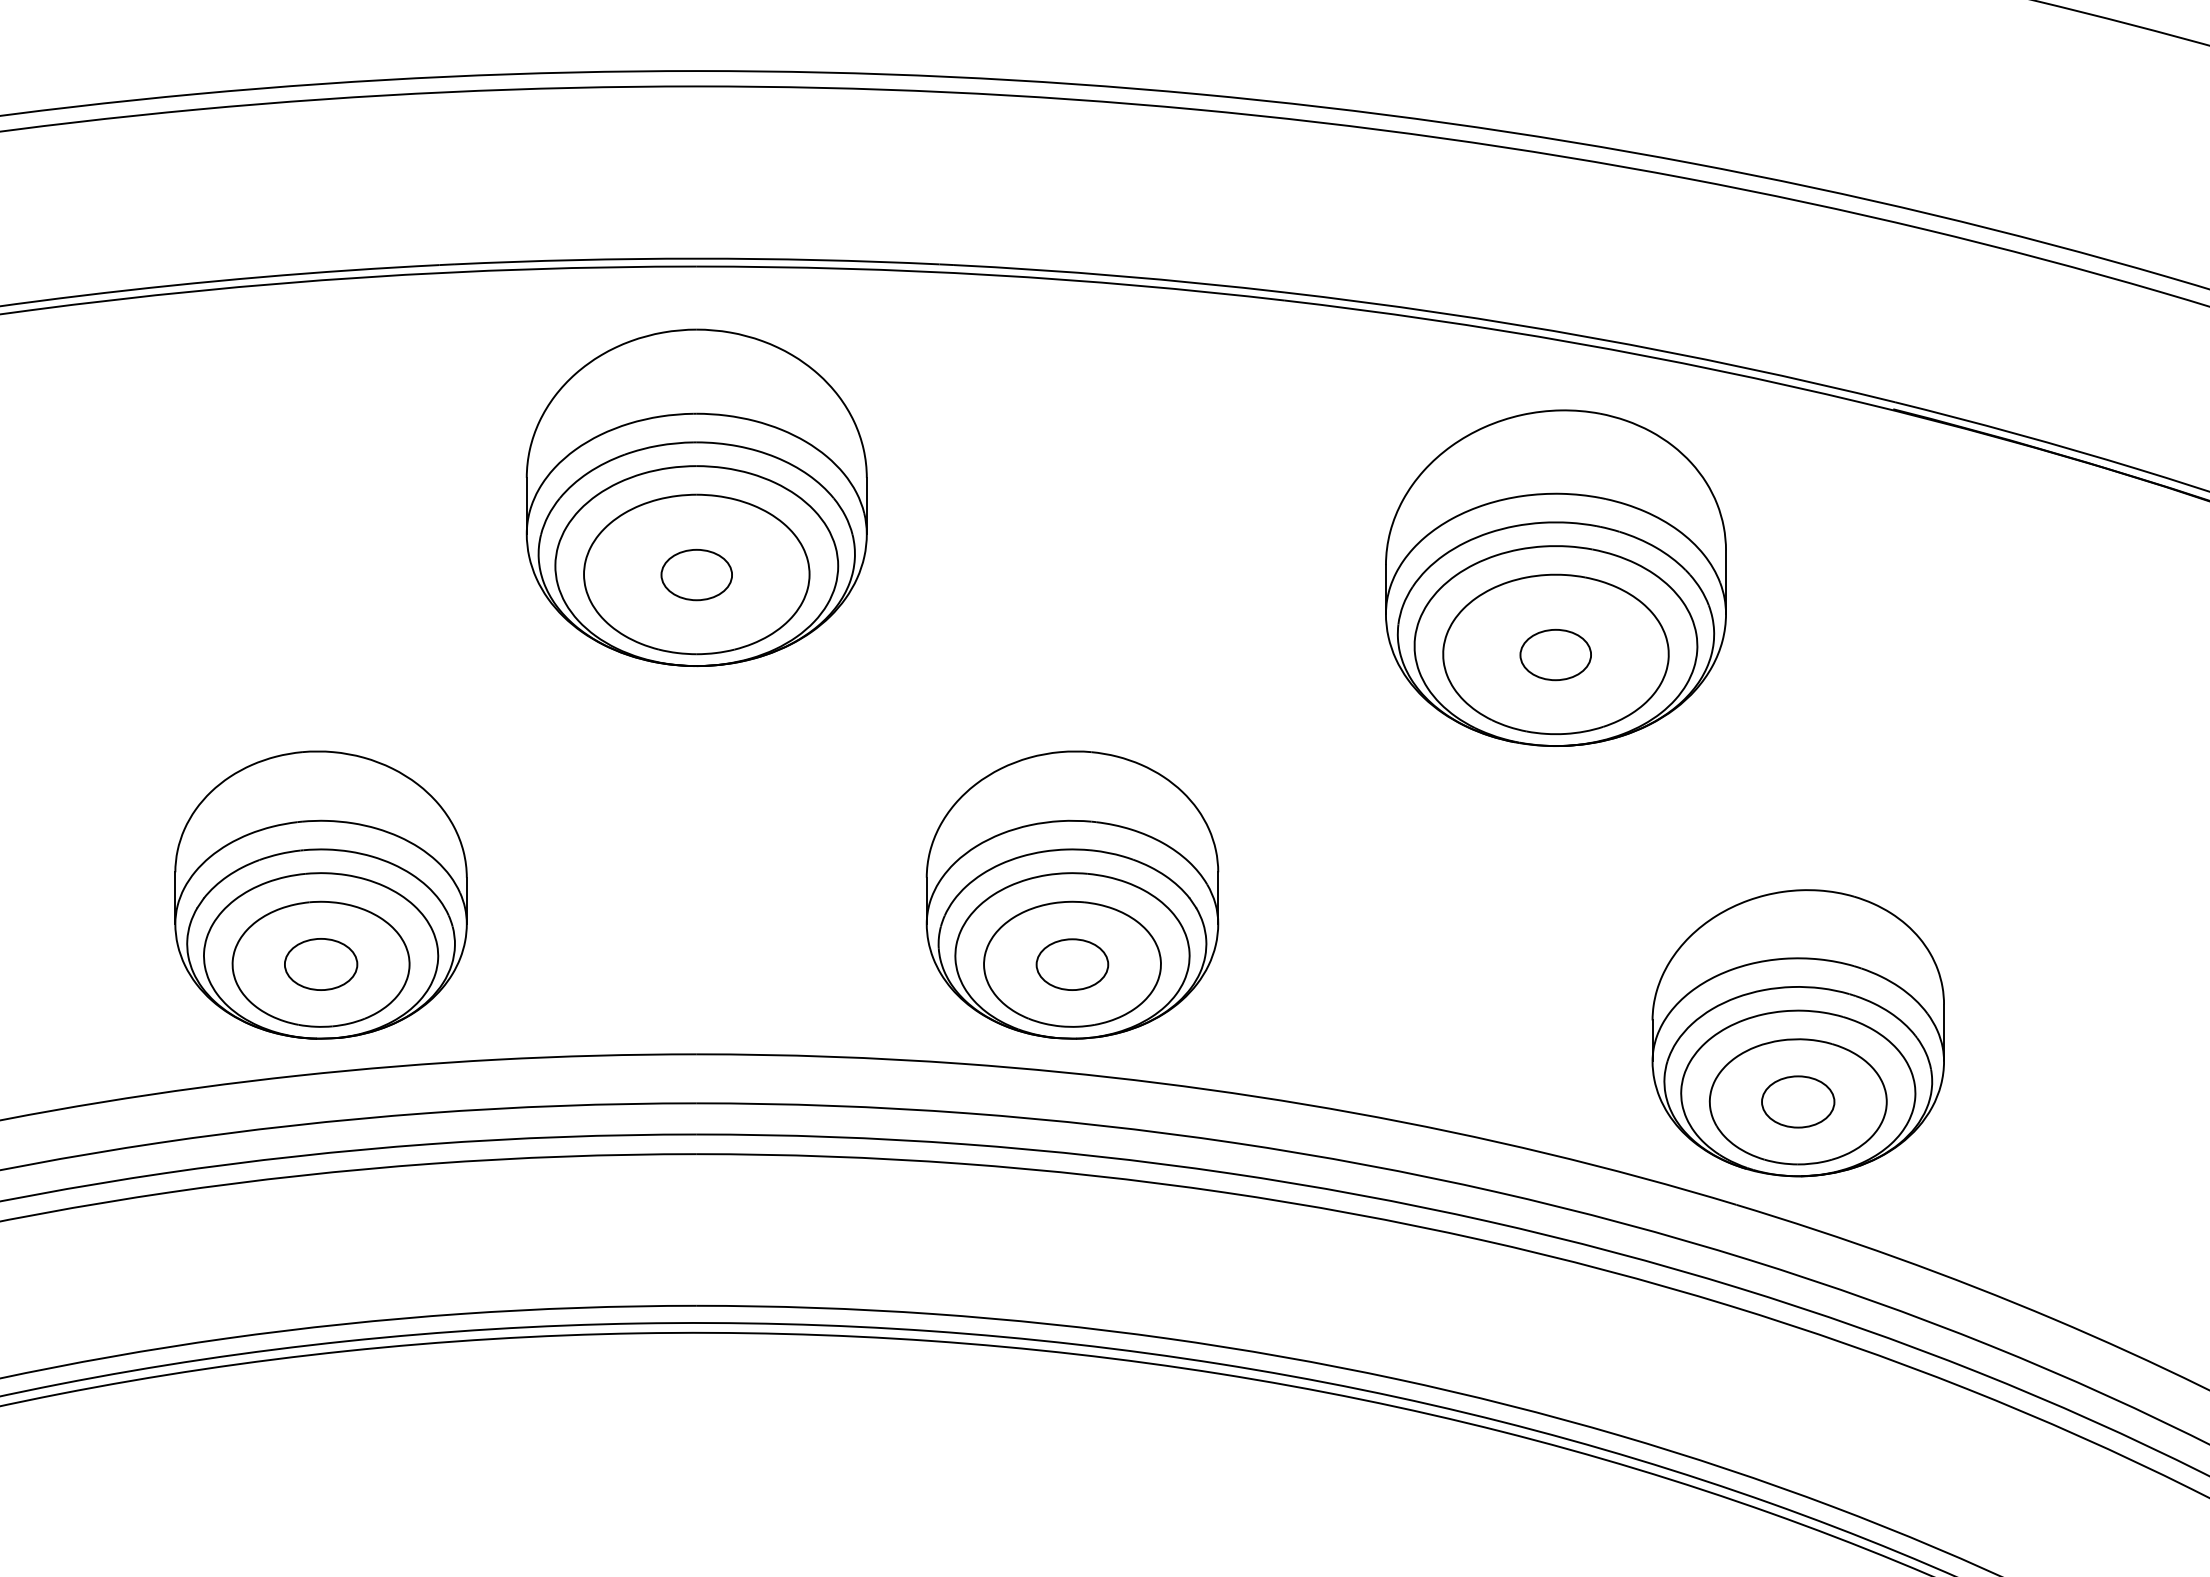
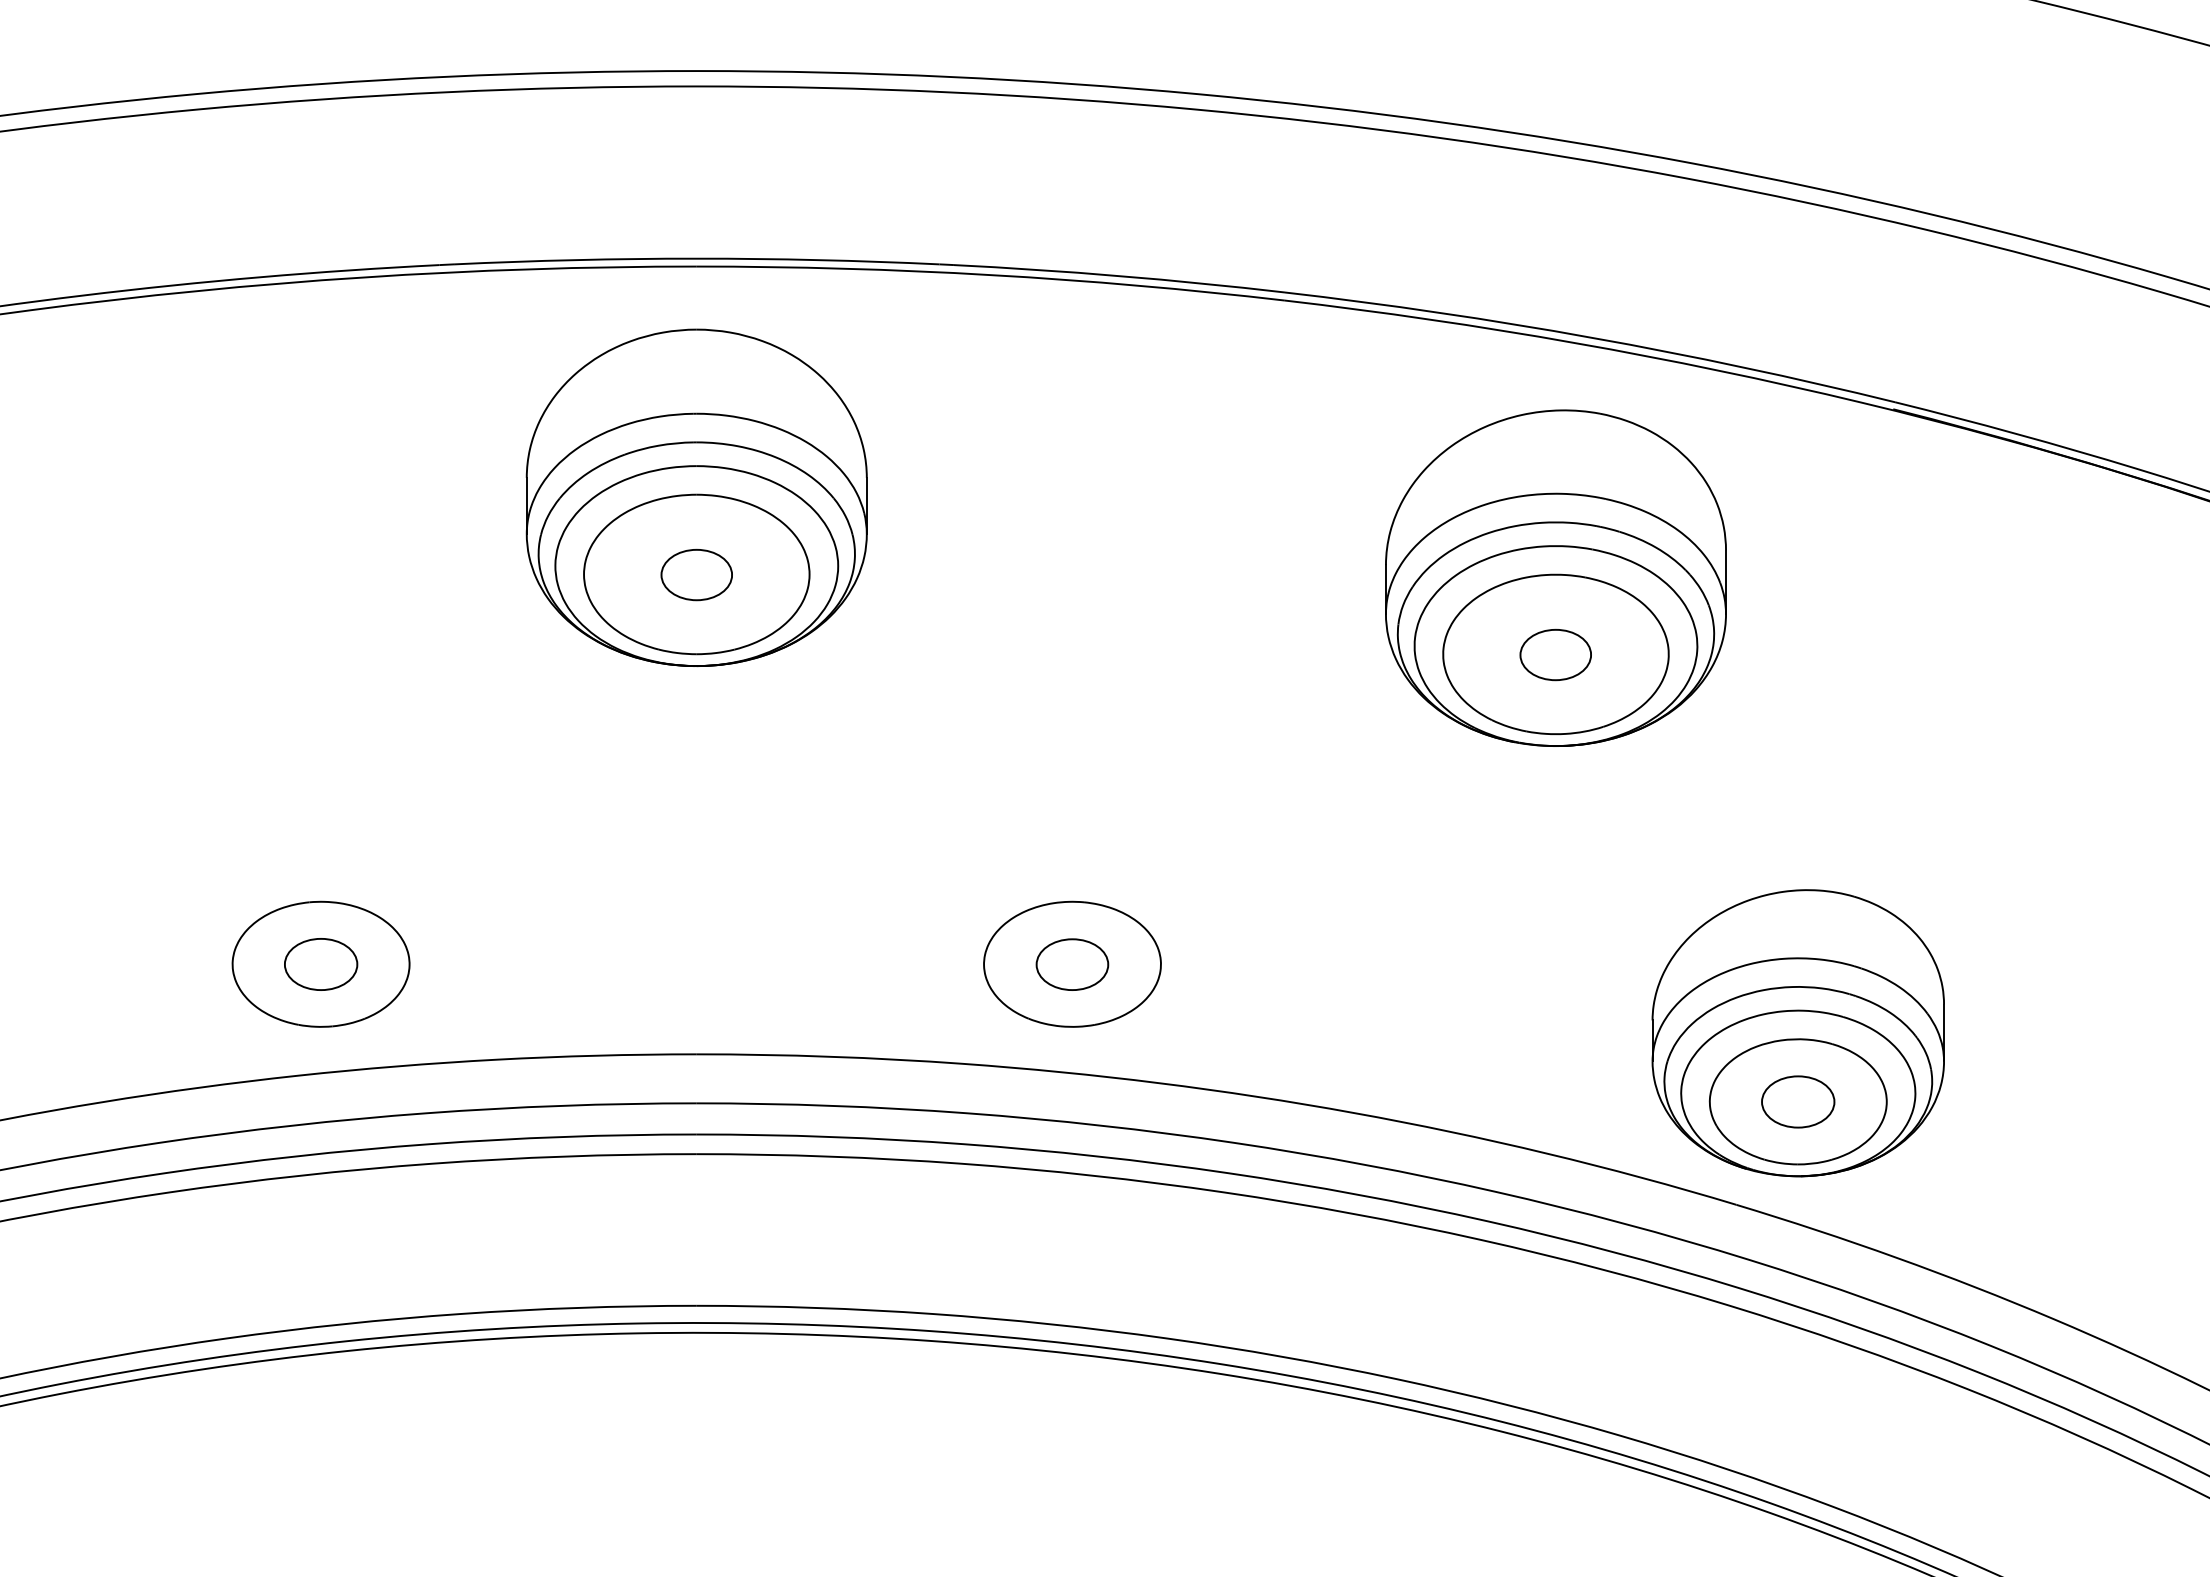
part at (320, 894): present -> none
part at (1072, 894): present -> none
